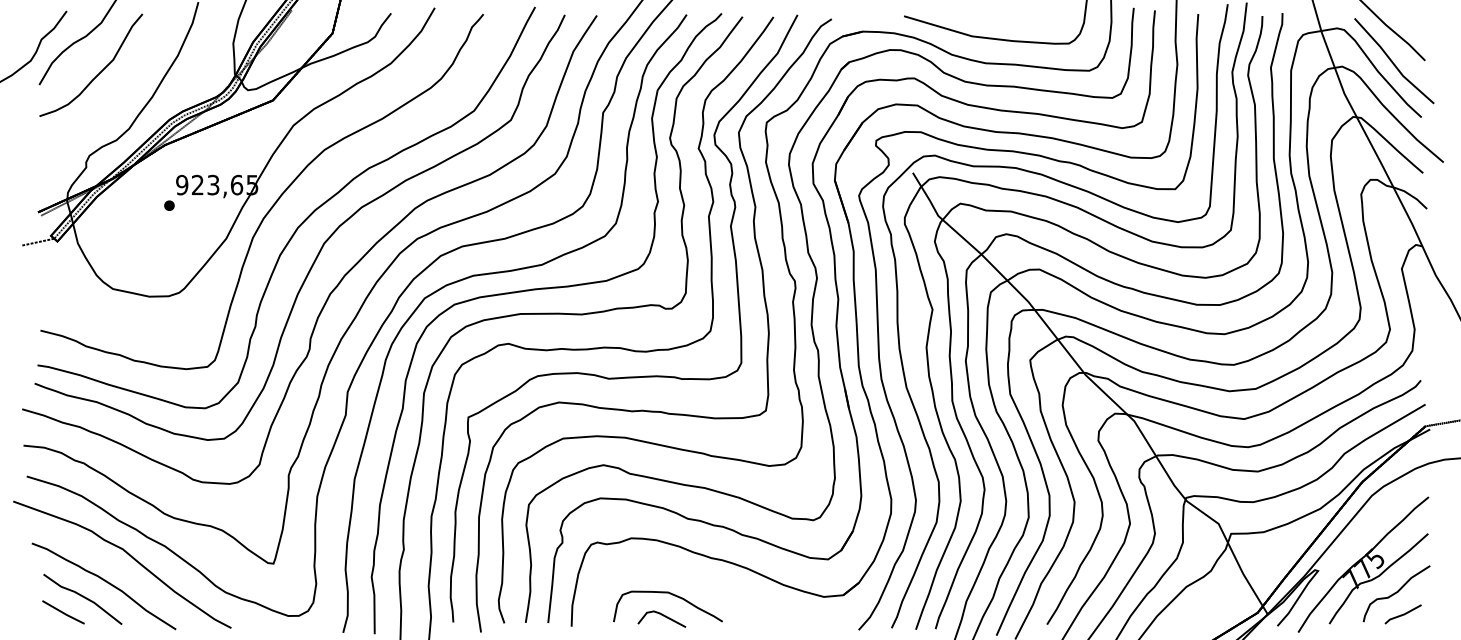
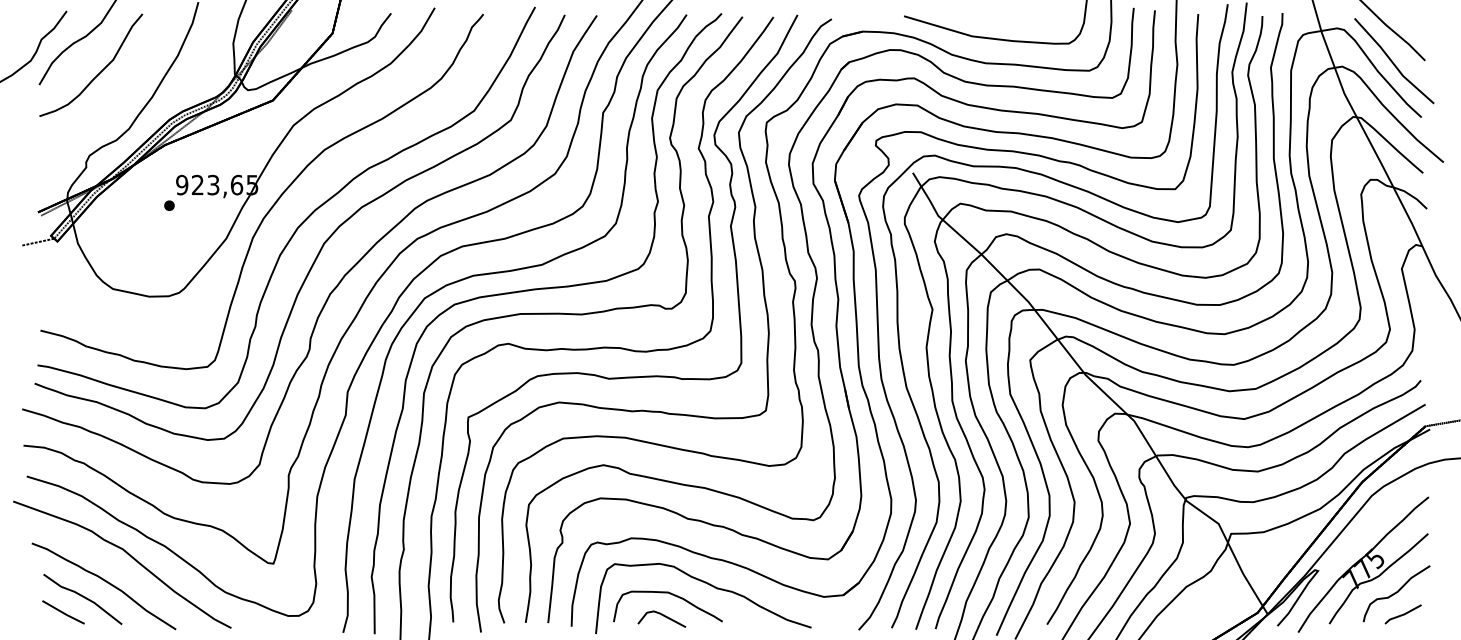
part at (709, 585): none -> present
